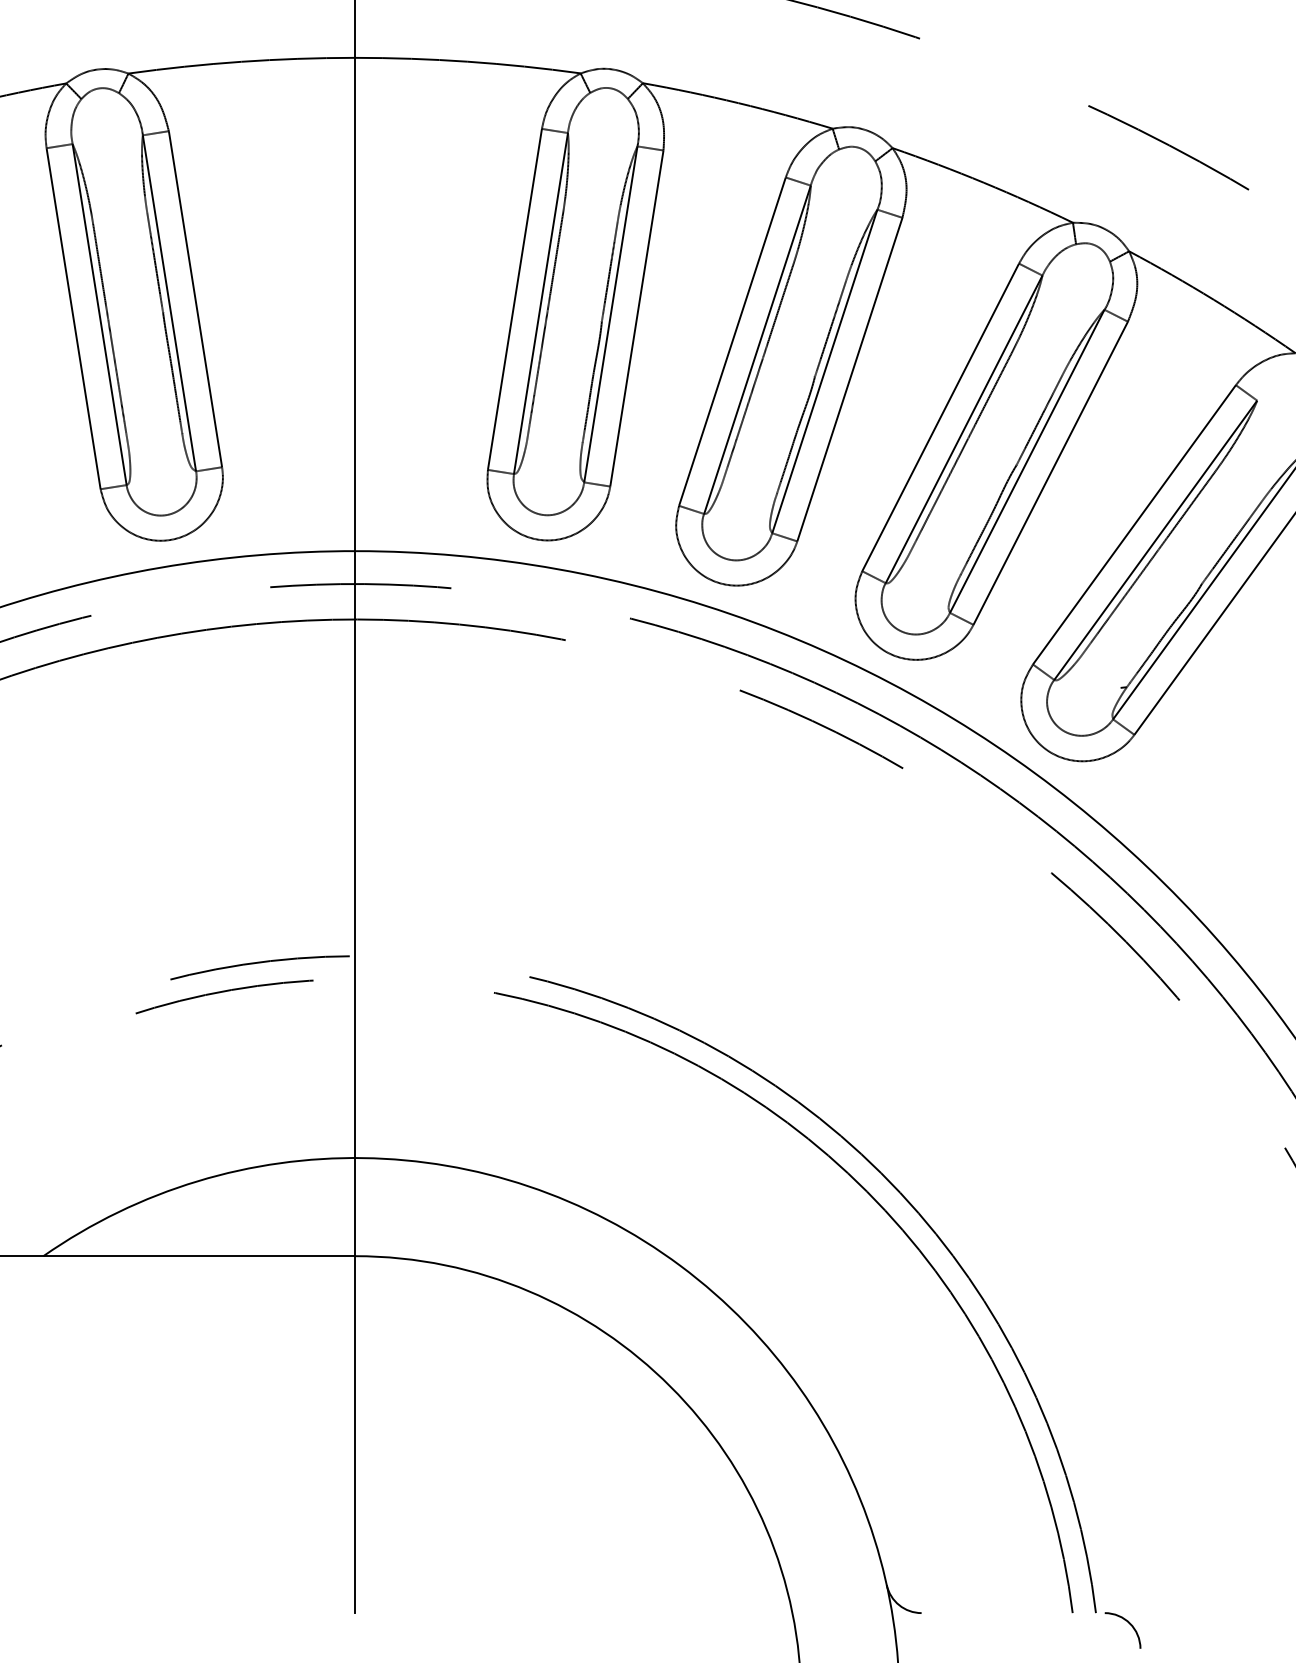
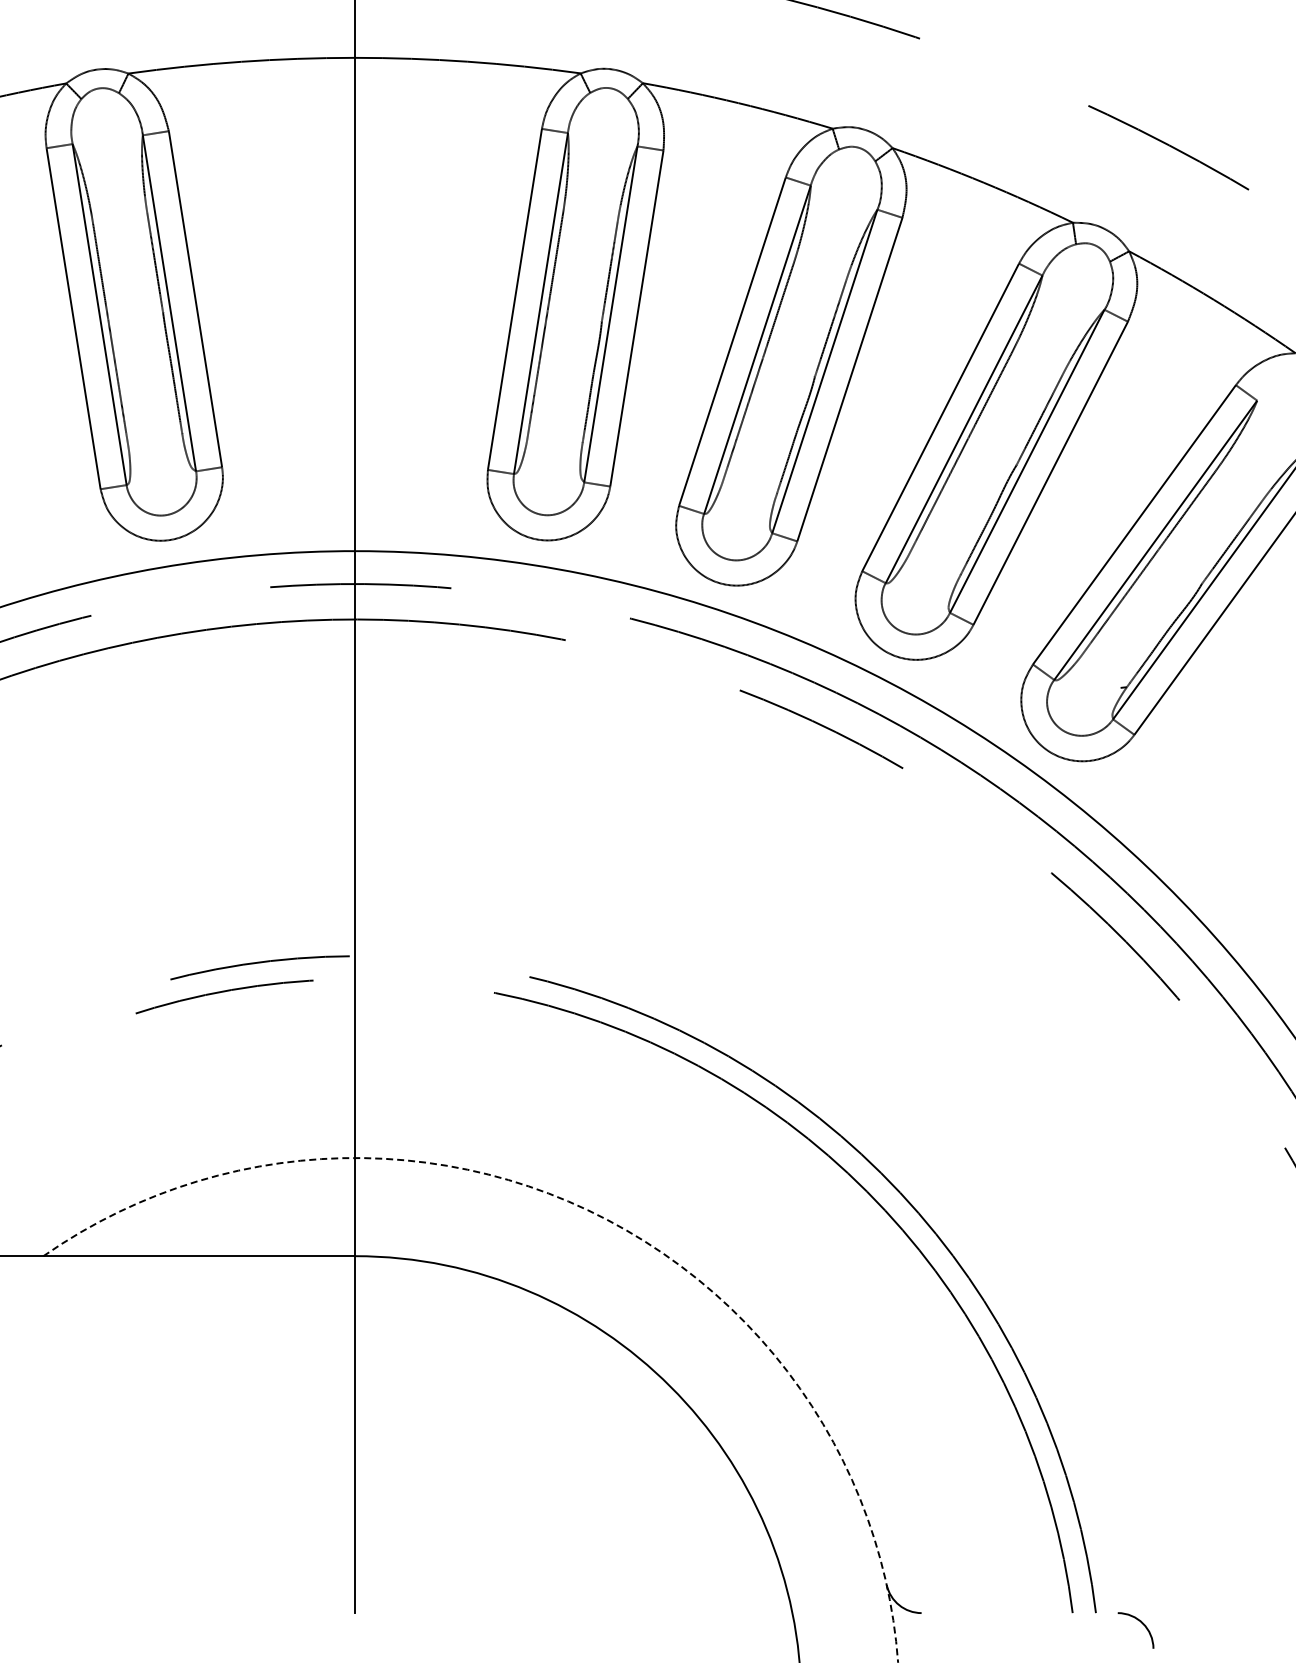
arc at (587, 1210): solid -> dashed
arc at (1128, 1623) position: (1128, 1623) -> (1141, 1623)
